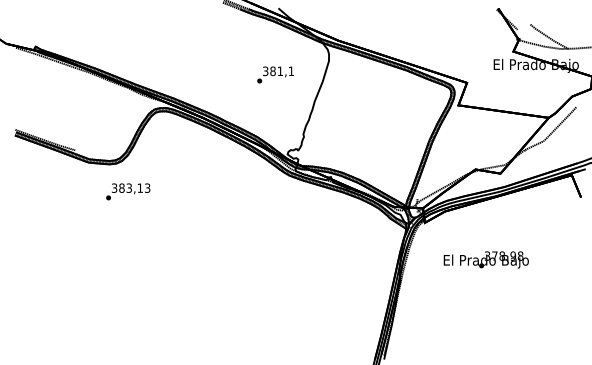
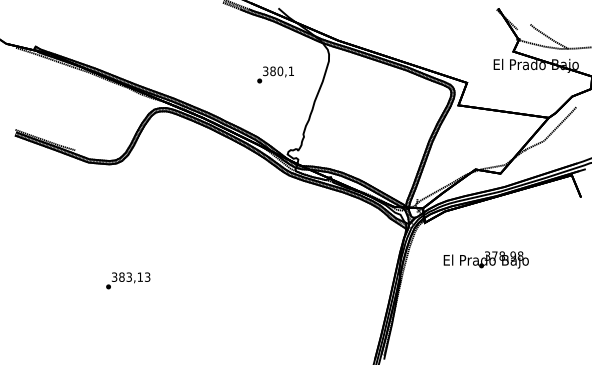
text at (280, 71): 381,1 -> 380,1
text at (128, 191) position: (128, 191) -> (128, 280)
